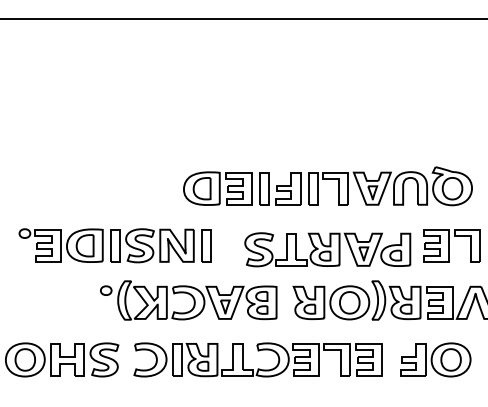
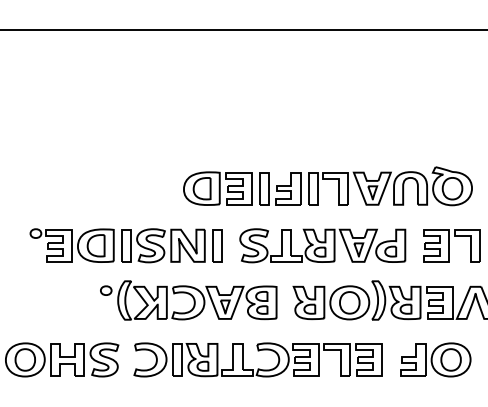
line at (243, 19) position: (243, 19) -> (243, 30)
part at (114, 245) position: (114, 245) -> (125, 245)
part at (327, 249) position: (327, 249) -> (322, 245)
